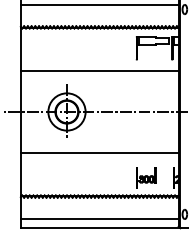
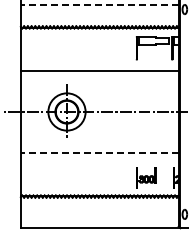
line at (99, 4): solid -> dashed
line at (99, 152): solid -> dashed
line at (99, 219): present -> none
